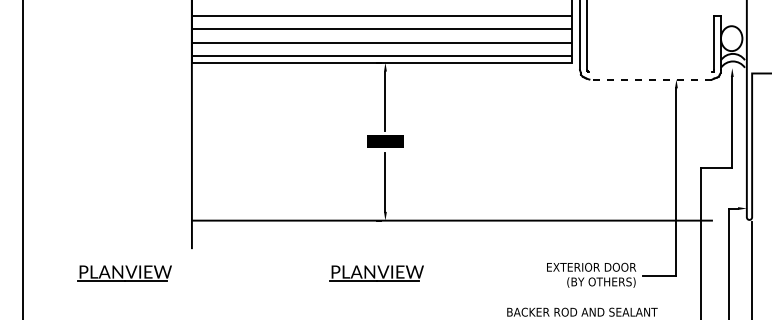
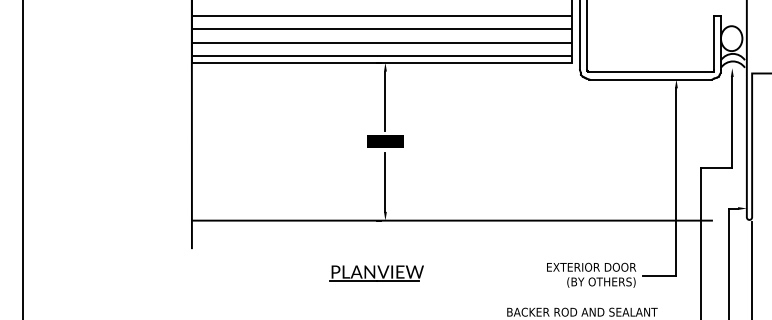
line at (650, 72): none -> present
line at (650, 79): dashed -> solid
part at (124, 273): present -> none
